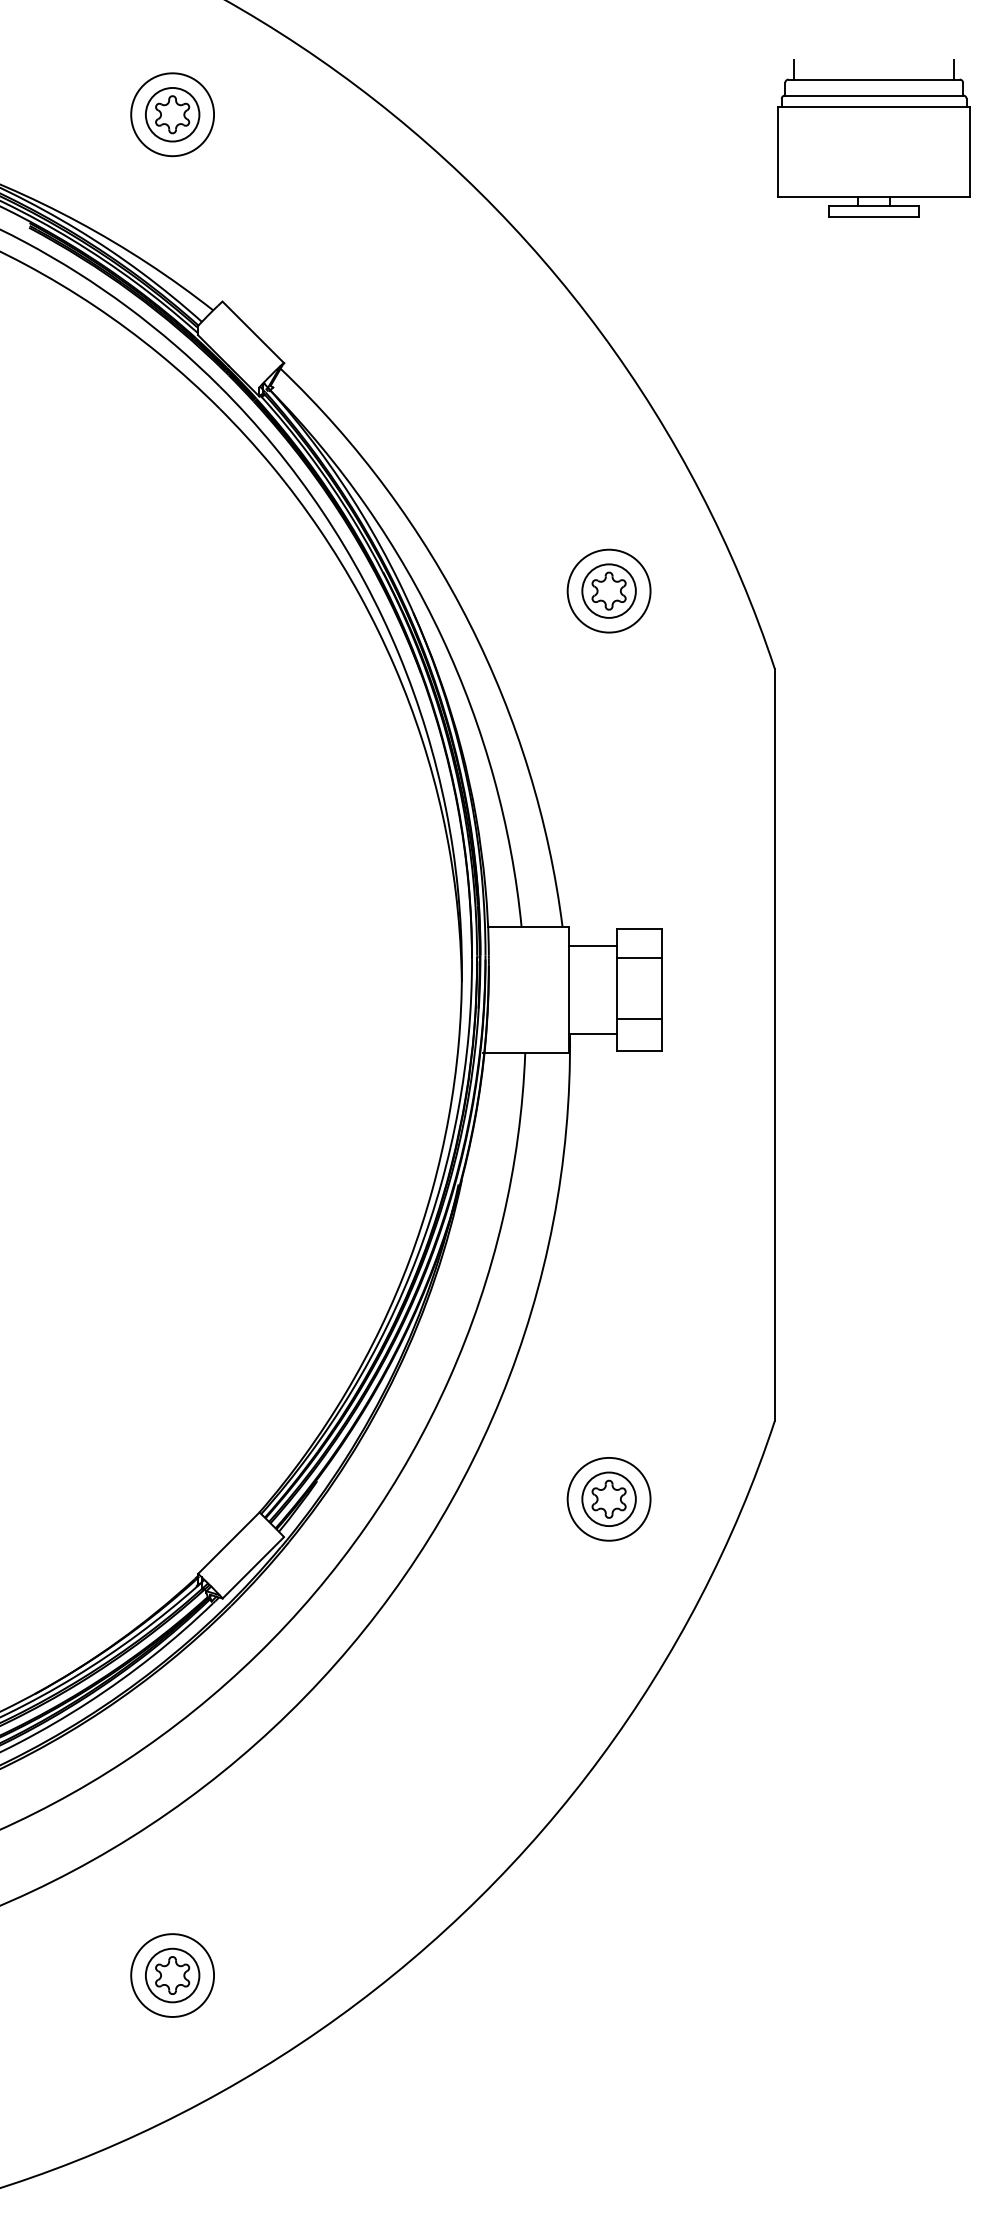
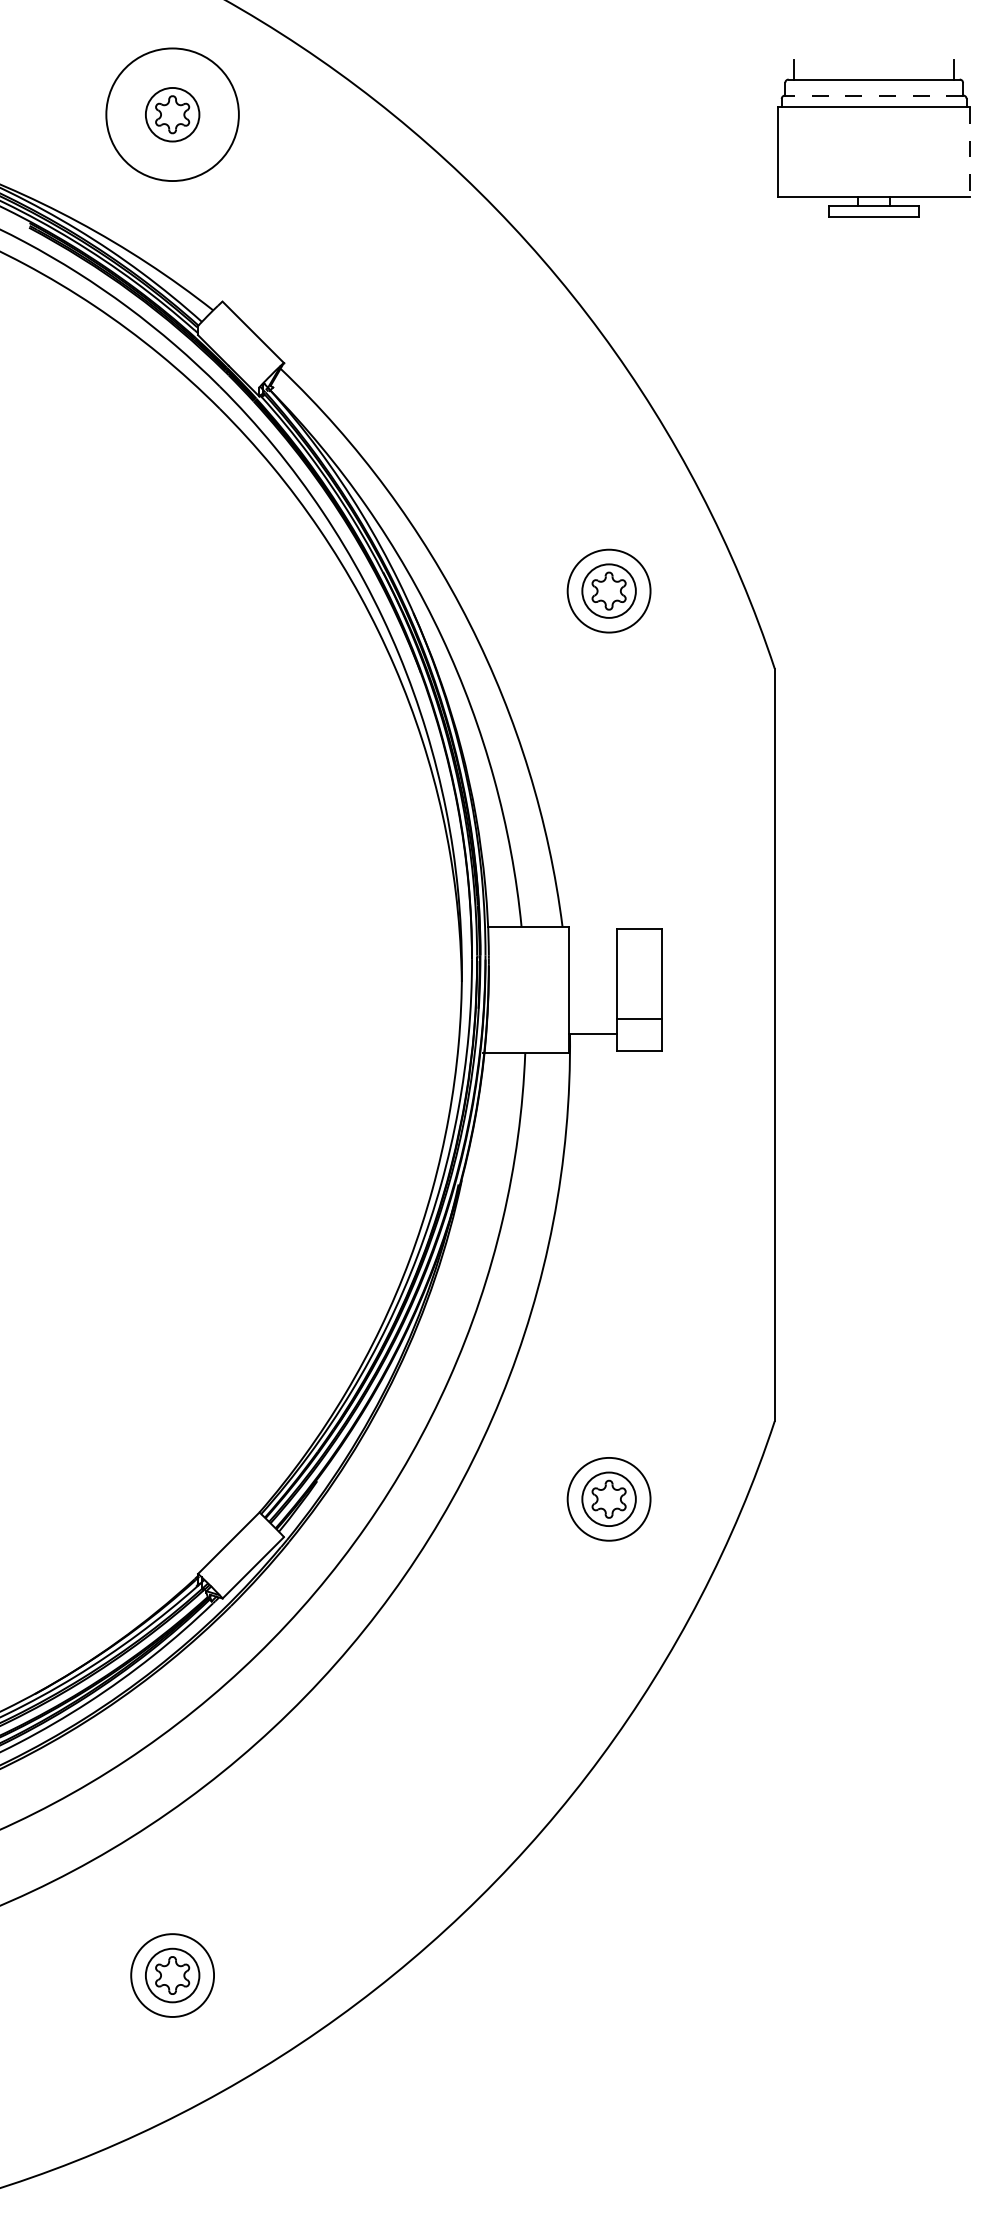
line at (873, 95): solid -> dashed
circle at (172, 114) diameter: 83 px -> 133 px
line at (970, 151): solid -> dashed
line at (592, 945): present -> none
line at (638, 957): present -> none
